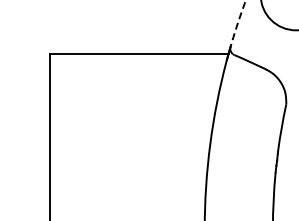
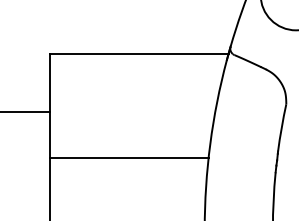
arc at (237, 23): dashed -> solid
line at (25, 112): none -> present
line at (128, 157): none -> present
